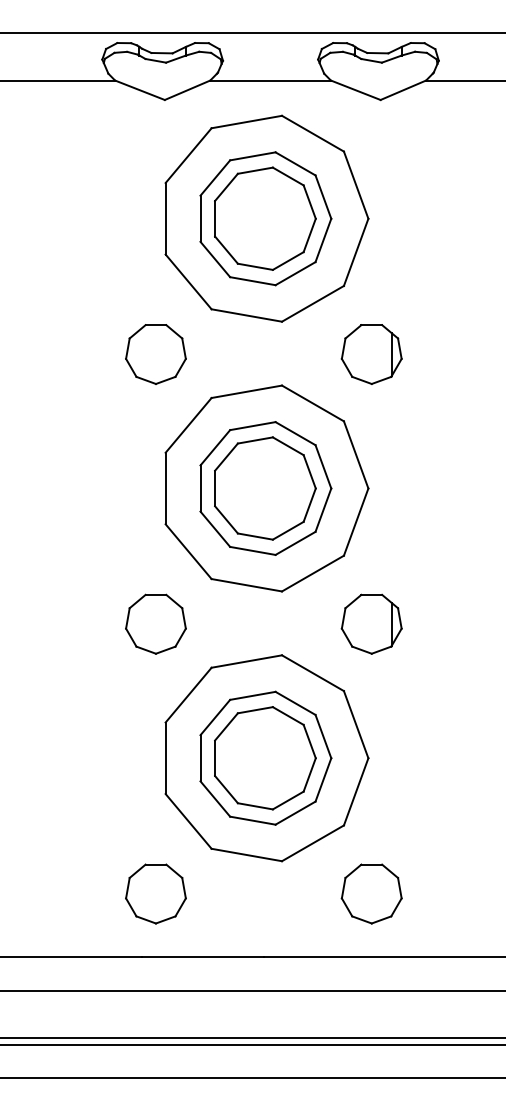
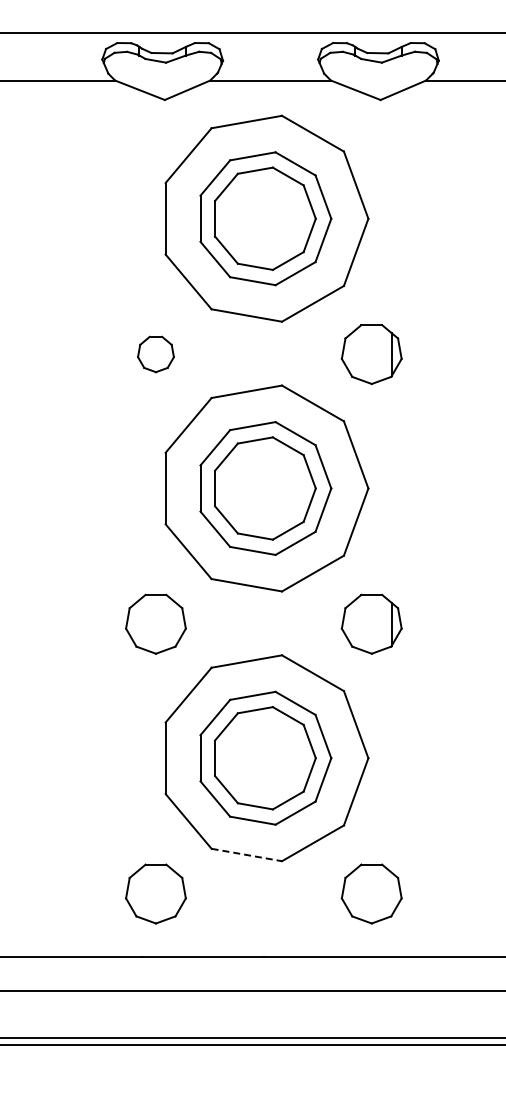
part at (155, 354) size: 62x61 px -> 38x39 px
line at (246, 855): solid -> dashed
line at (252, 1077): present -> none
